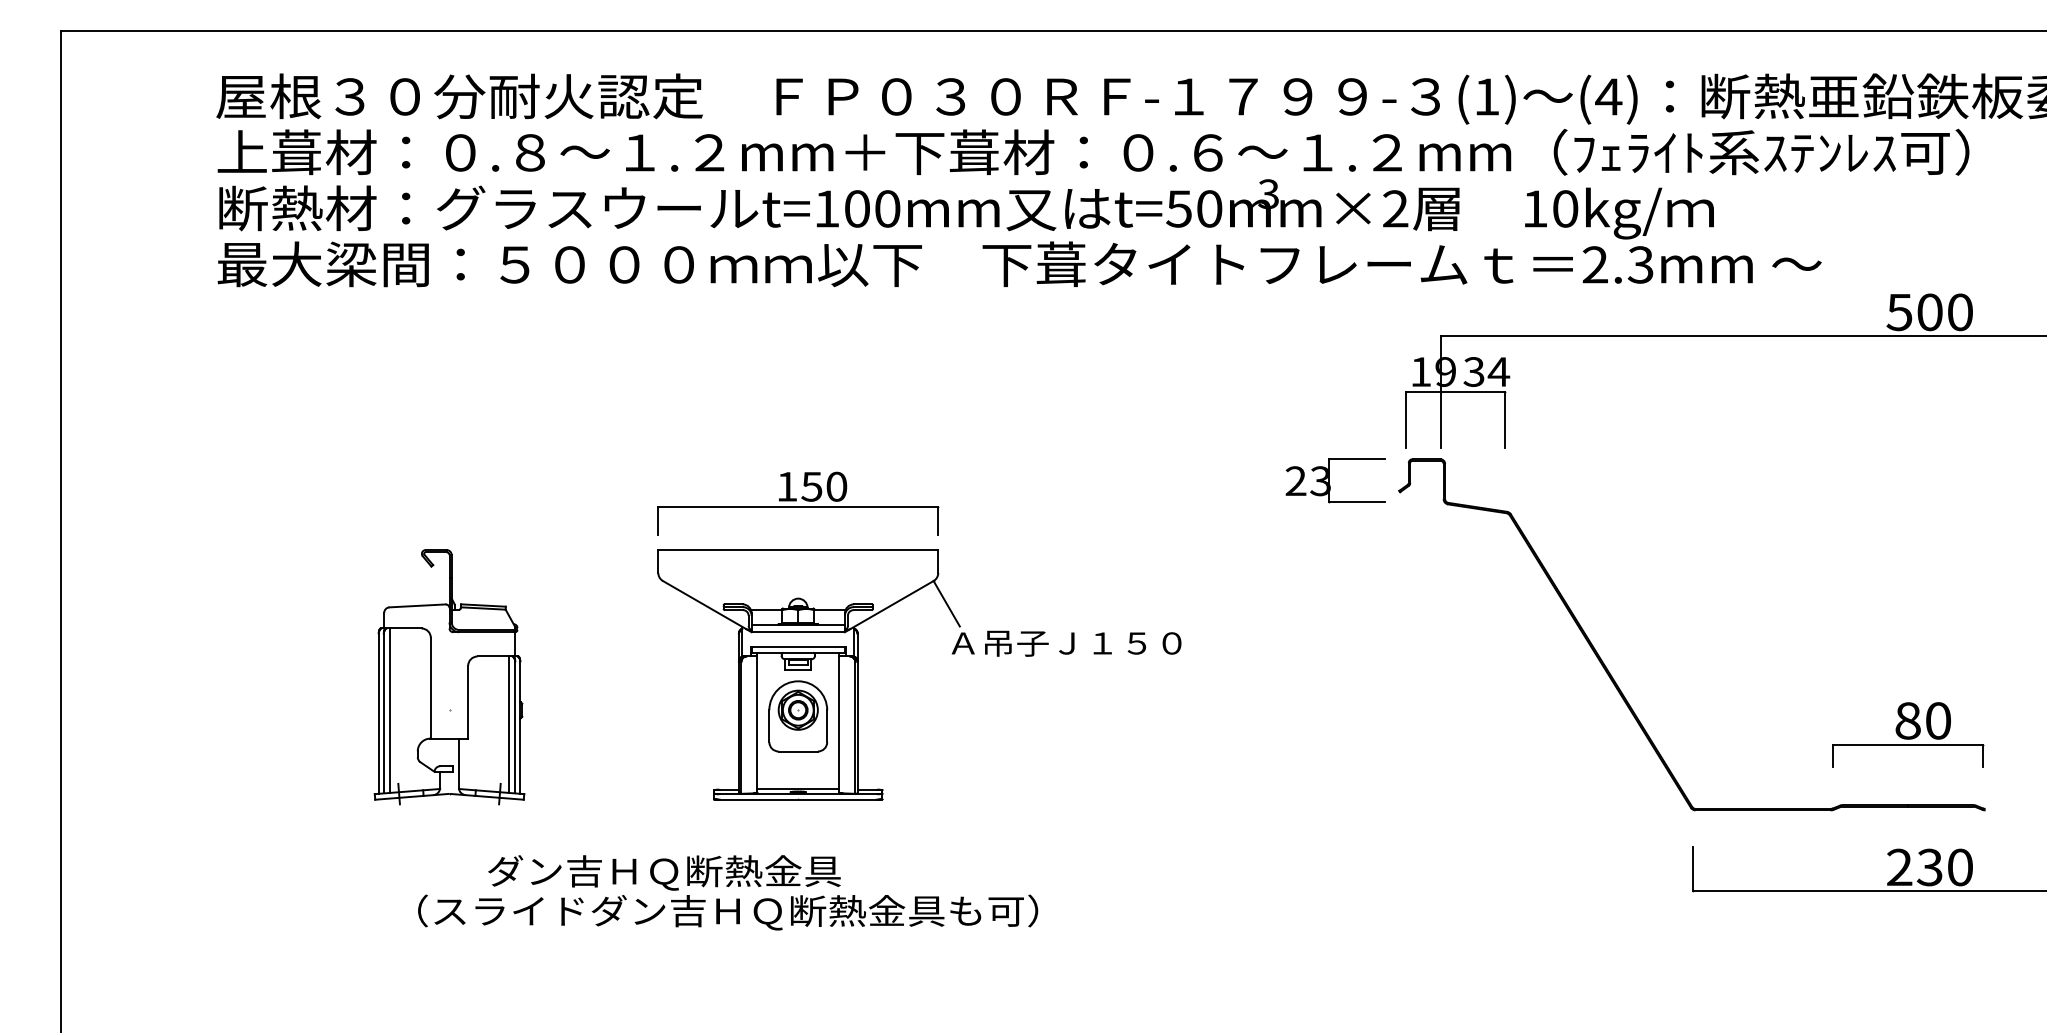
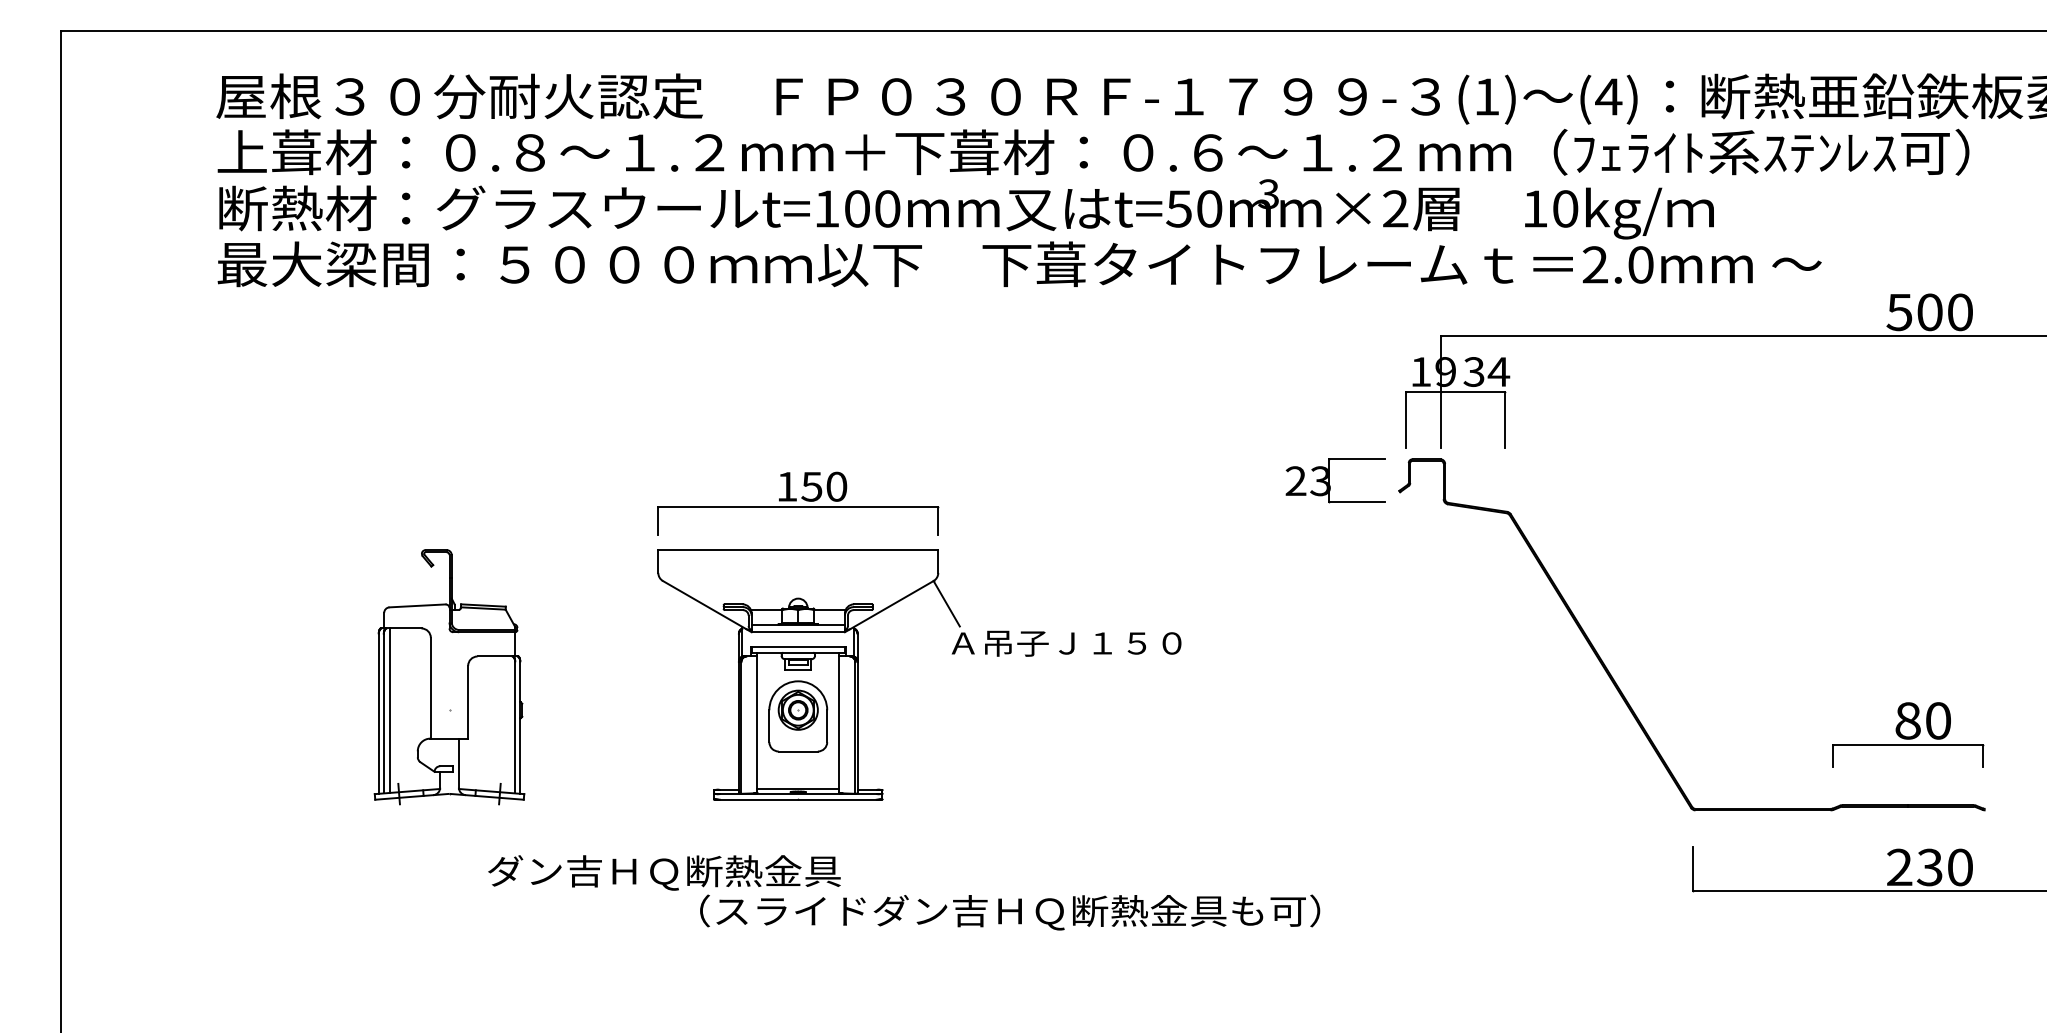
text at (1640, 264): 2.3mm -> 2.0mm
line at (509, 724): present -> none
text at (728, 912) position: (728, 912) -> (1010, 912)
